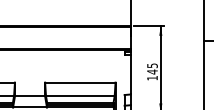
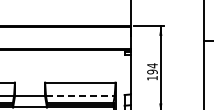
text at (152, 68): 145 -> 194
line at (80, 95): solid -> dashed
